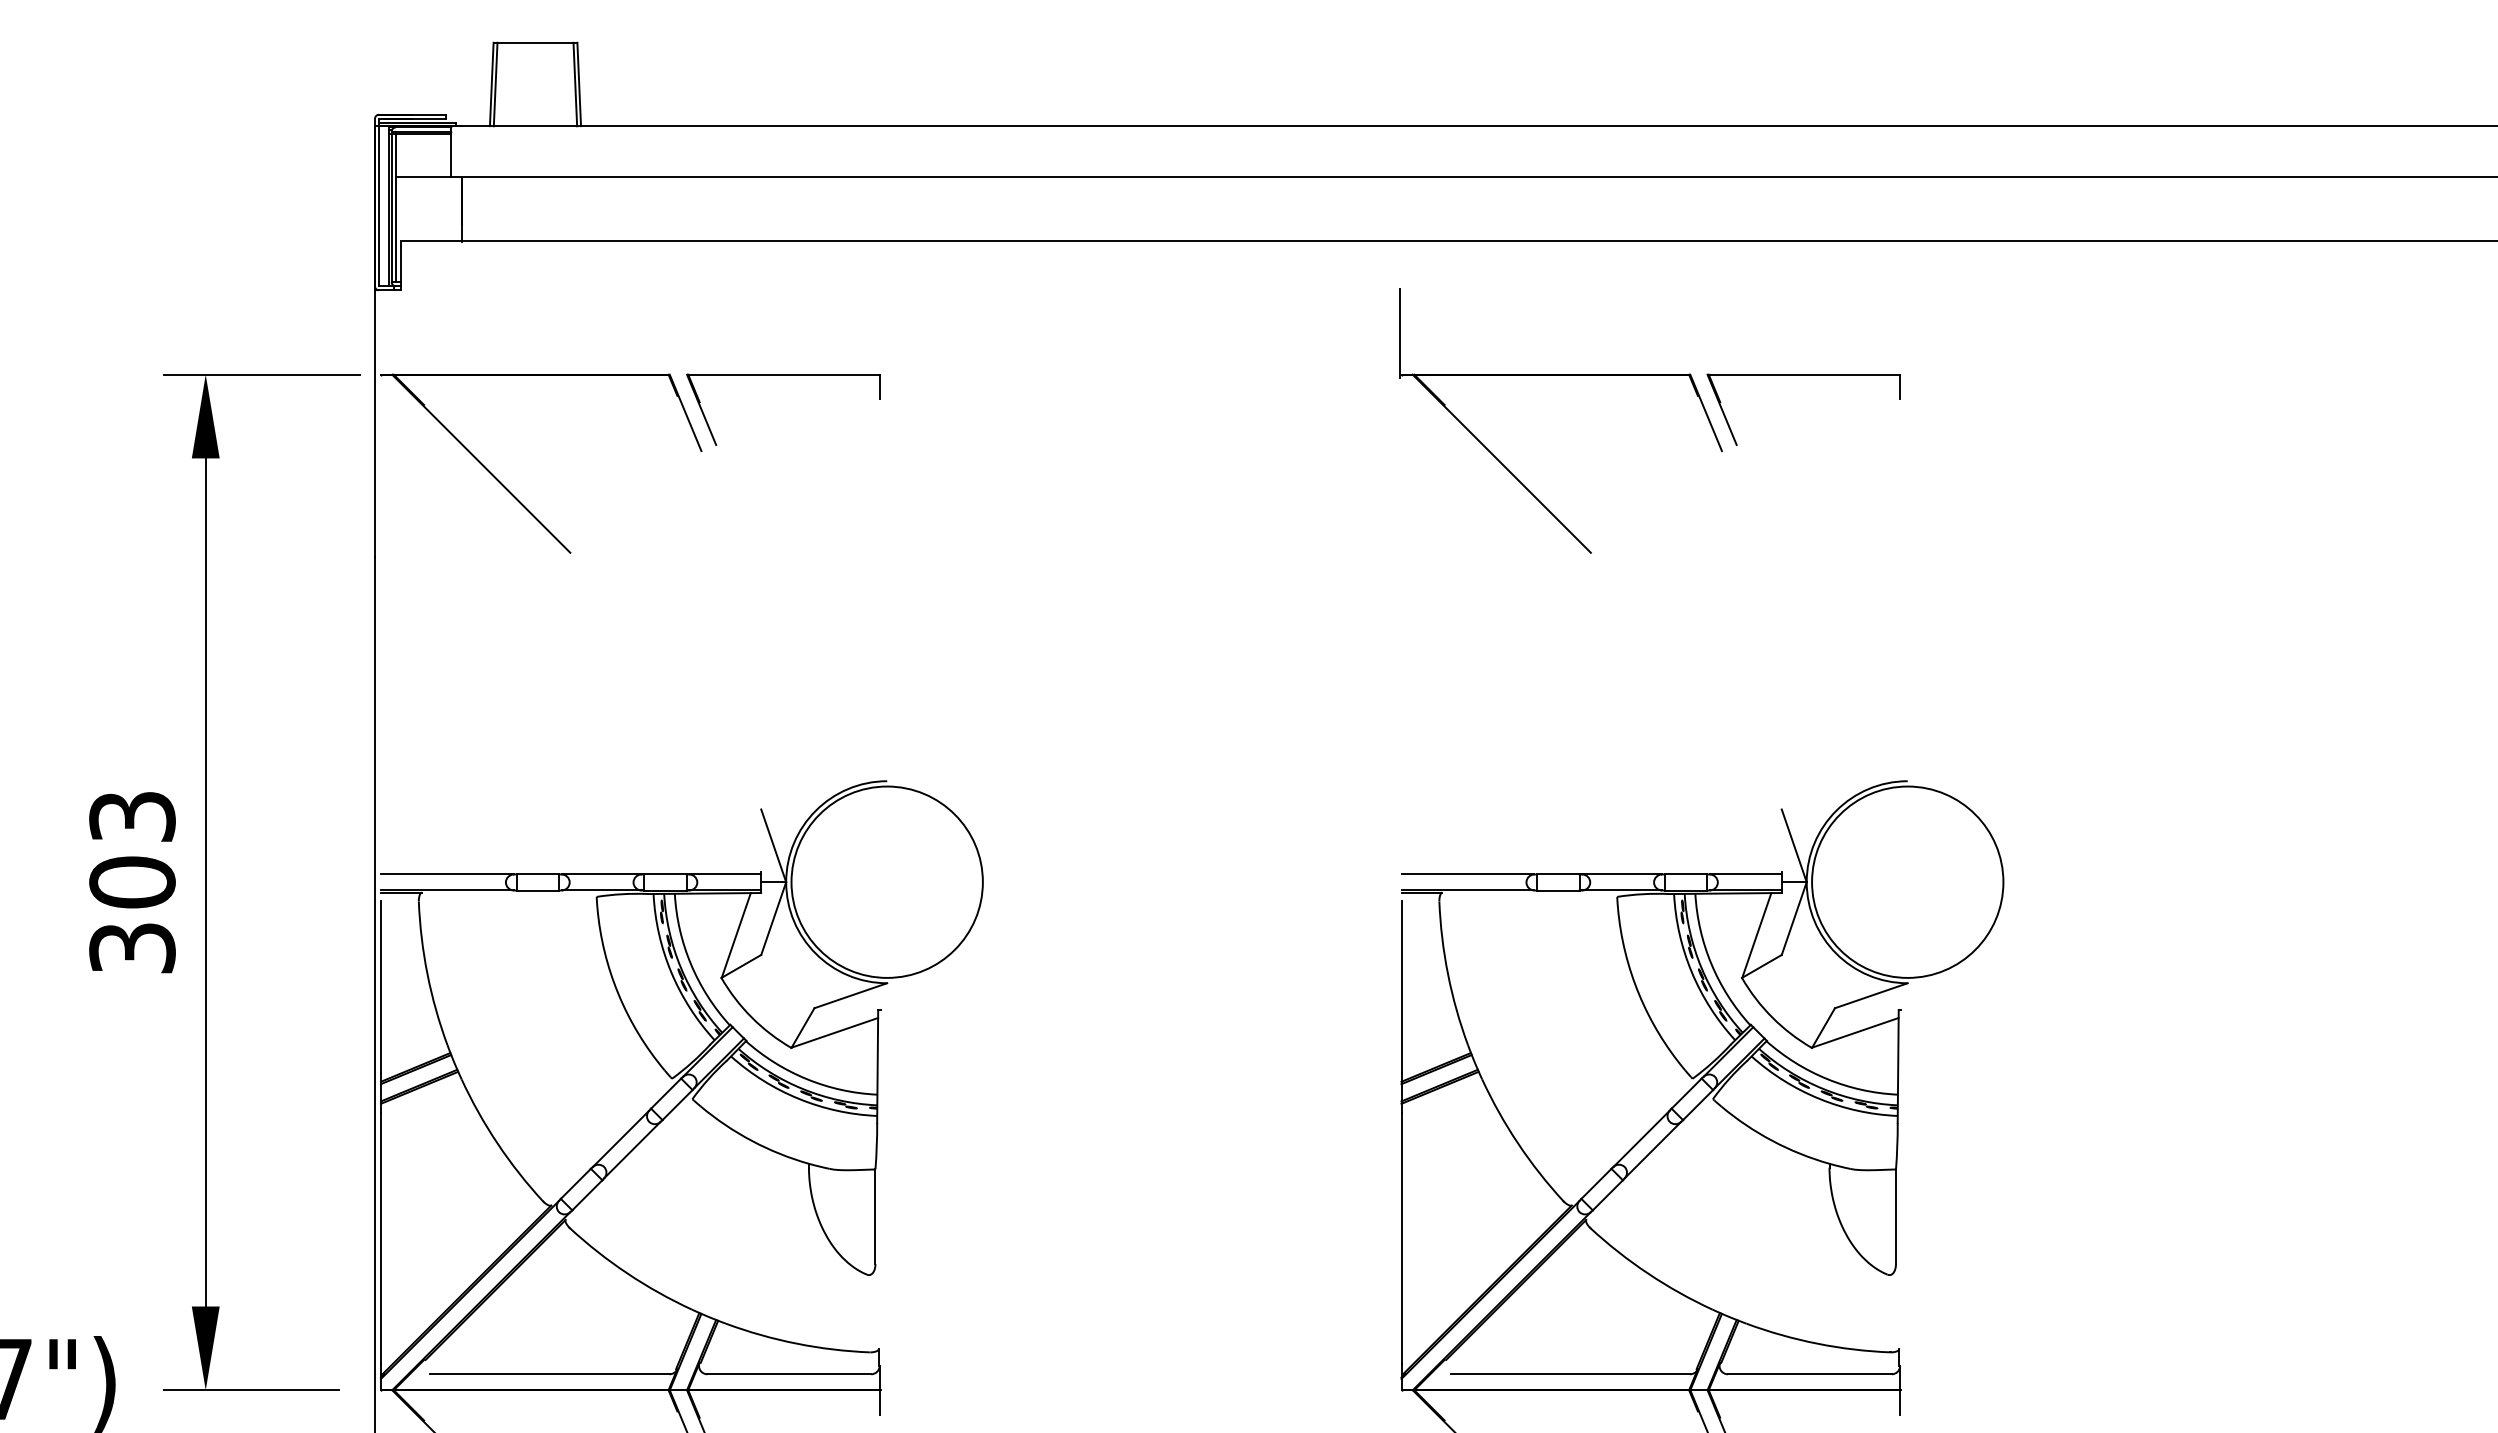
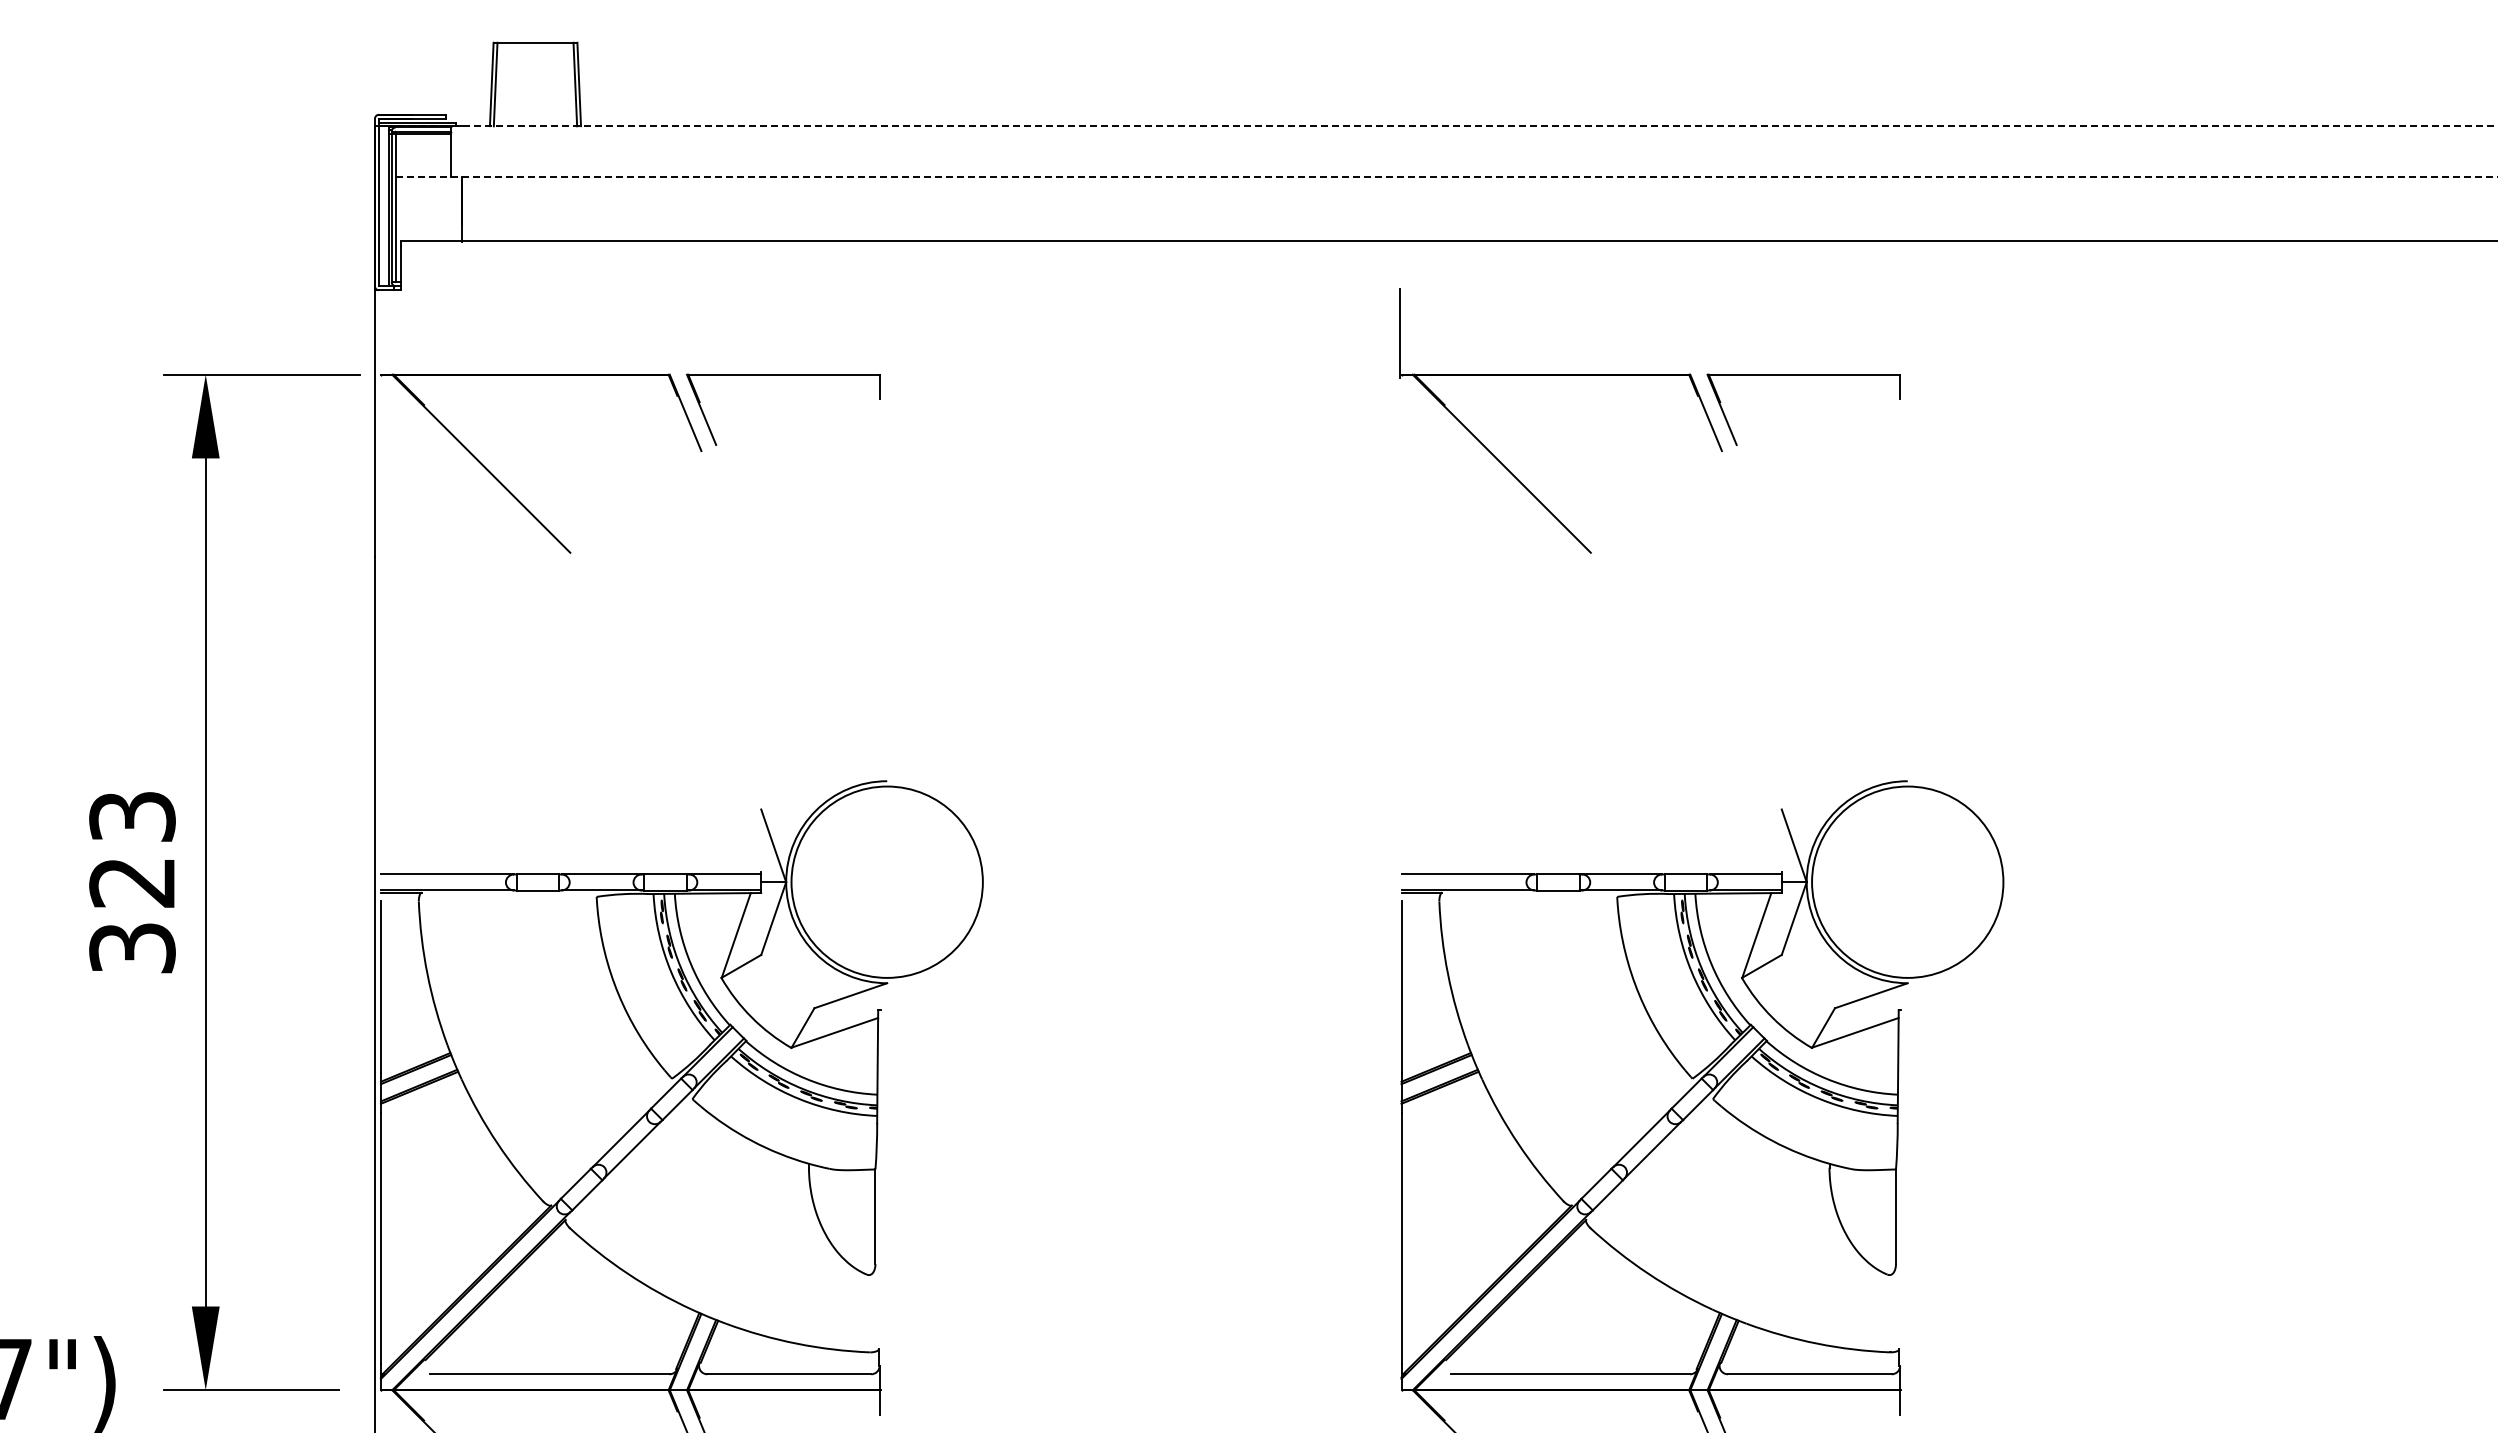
line at (1436, 126): solid -> dashed
line at (1446, 177): solid -> dashed
text at (132, 882): 303 -> 323
